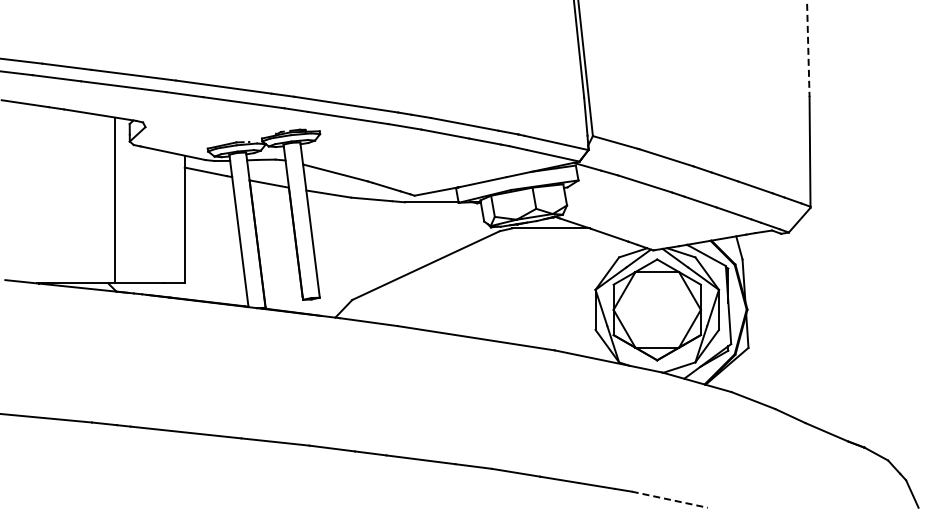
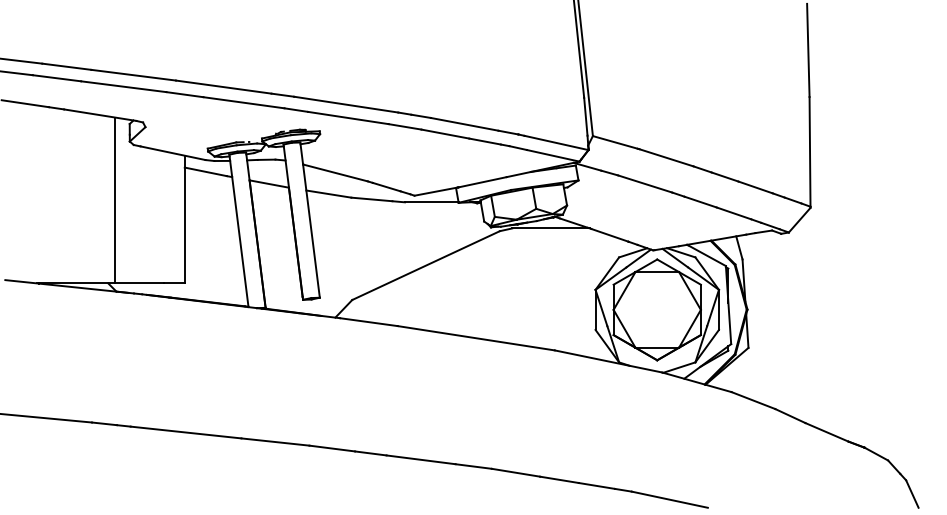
line at (808, 50): dashed -> solid
line at (669, 499): dashed -> solid
